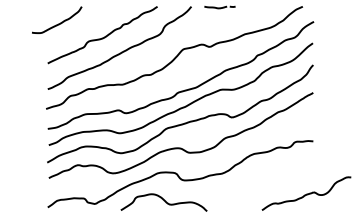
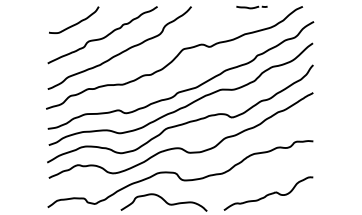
part at (219, 7) position: (219, 7) -> (251, 7)
curve at (58, 23) position: (58, 23) -> (75, 23)
curve at (306, 193) position: (306, 193) -> (268, 193)
